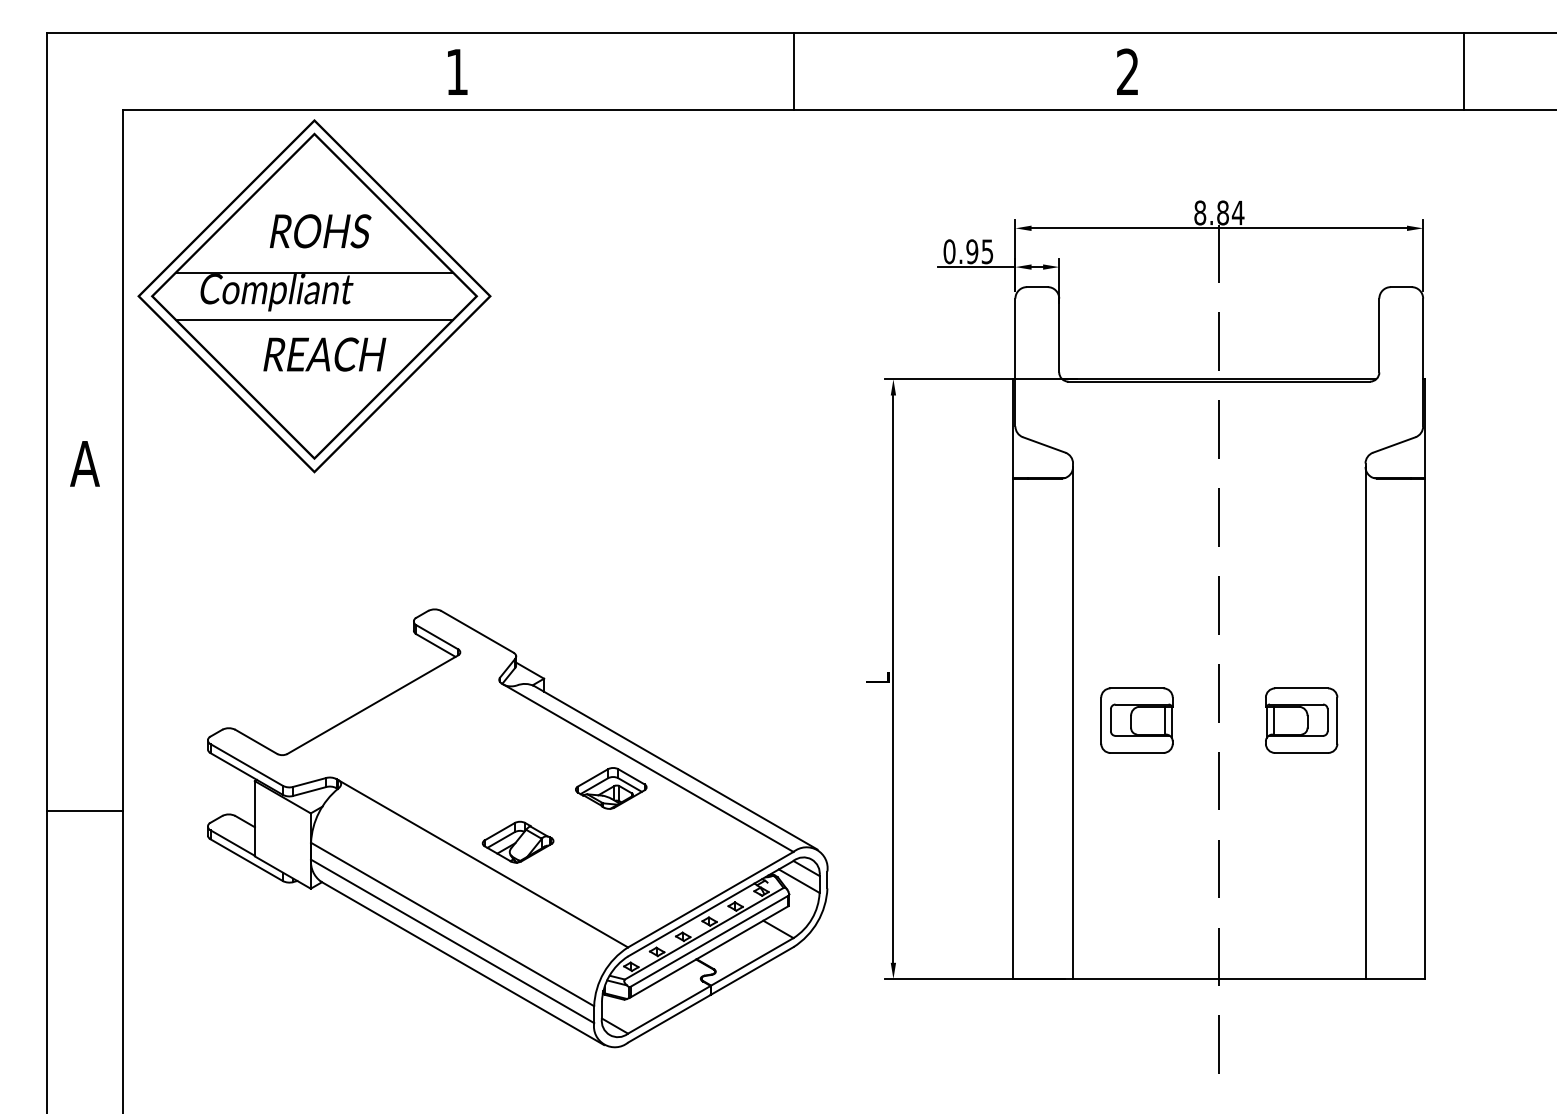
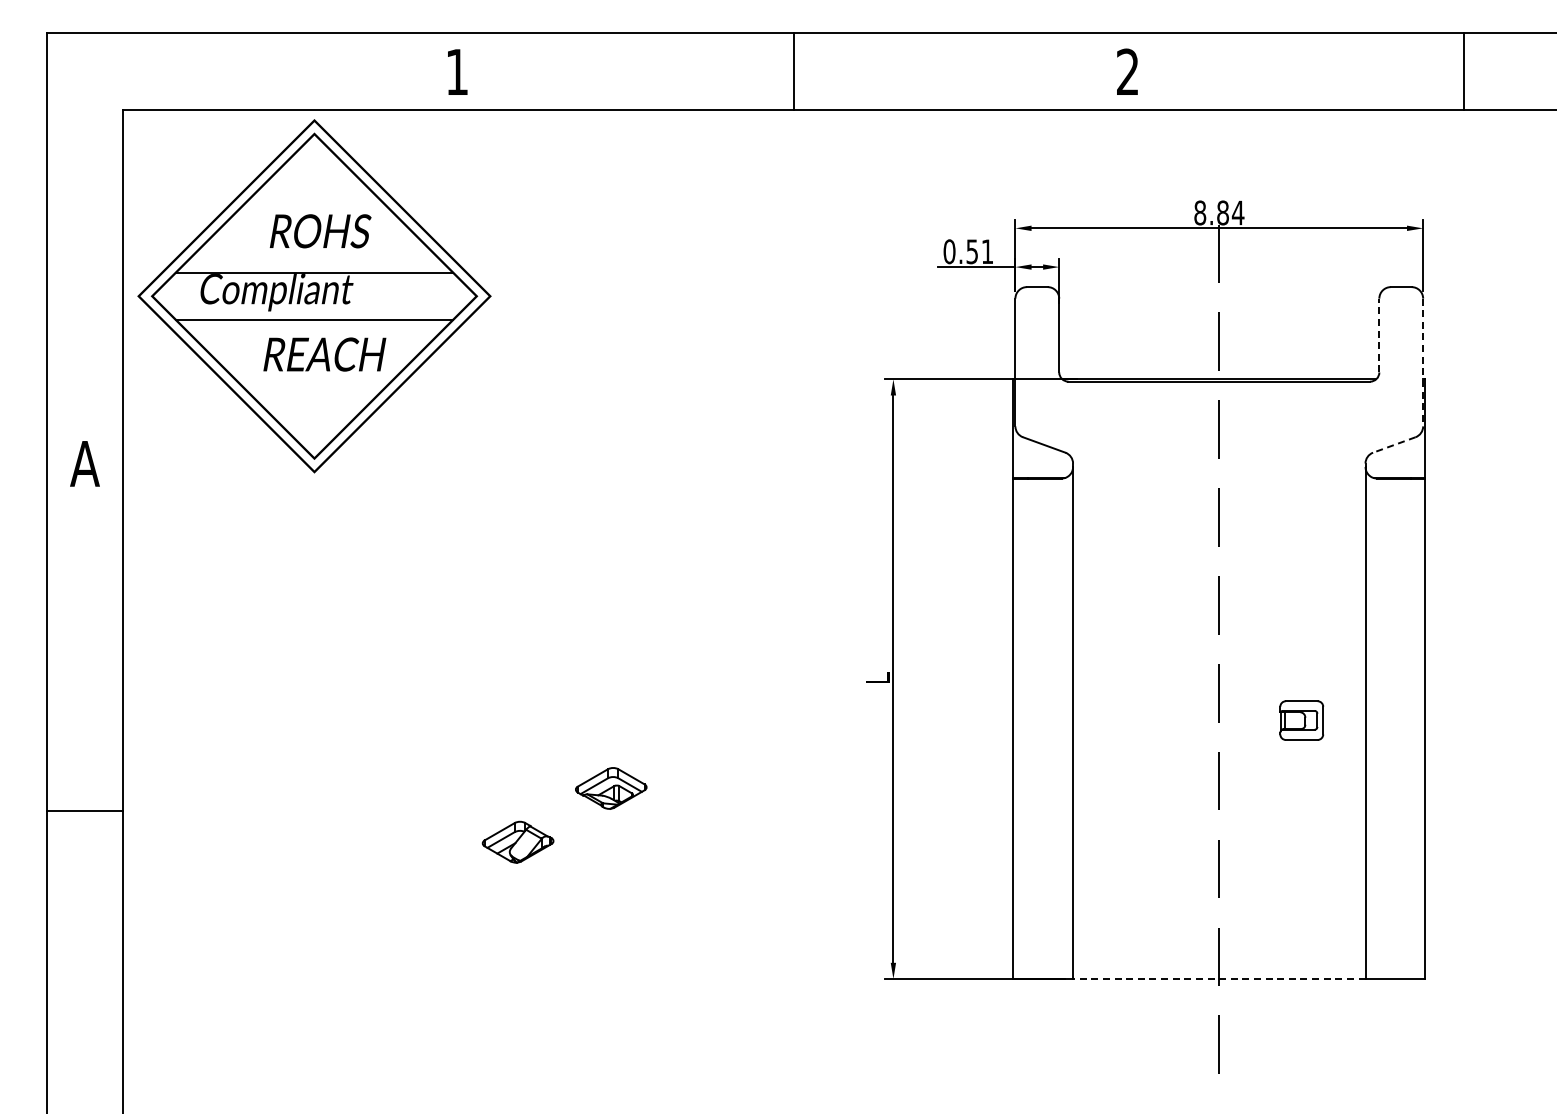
text at (979, 251): 0.95 -> 0.51
line at (1379, 335): solid -> dashed
line at (1423, 362): solid -> dashed
line at (1394, 444): solid -> dashed
part at (1136, 720): present -> none
part at (1301, 720) size: 74x67 px -> 46x41 px
part at (517, 828): present -> none
line at (1218, 978): solid -> dashed
